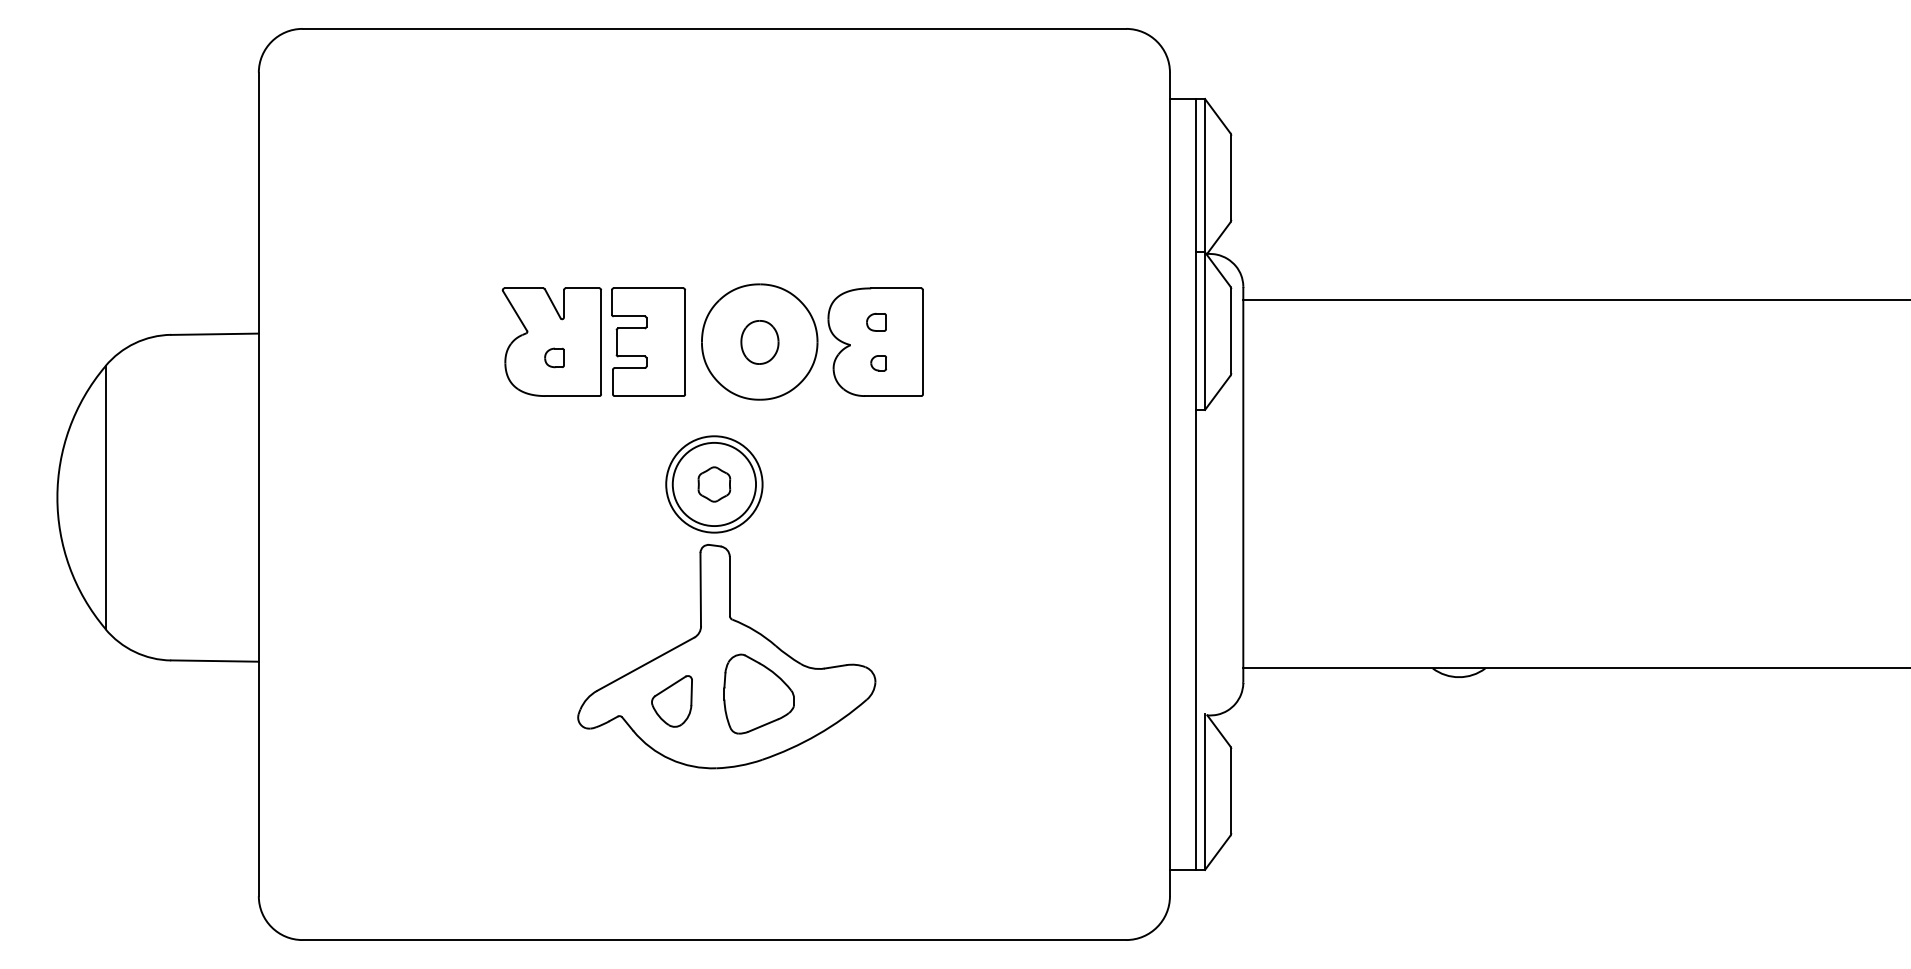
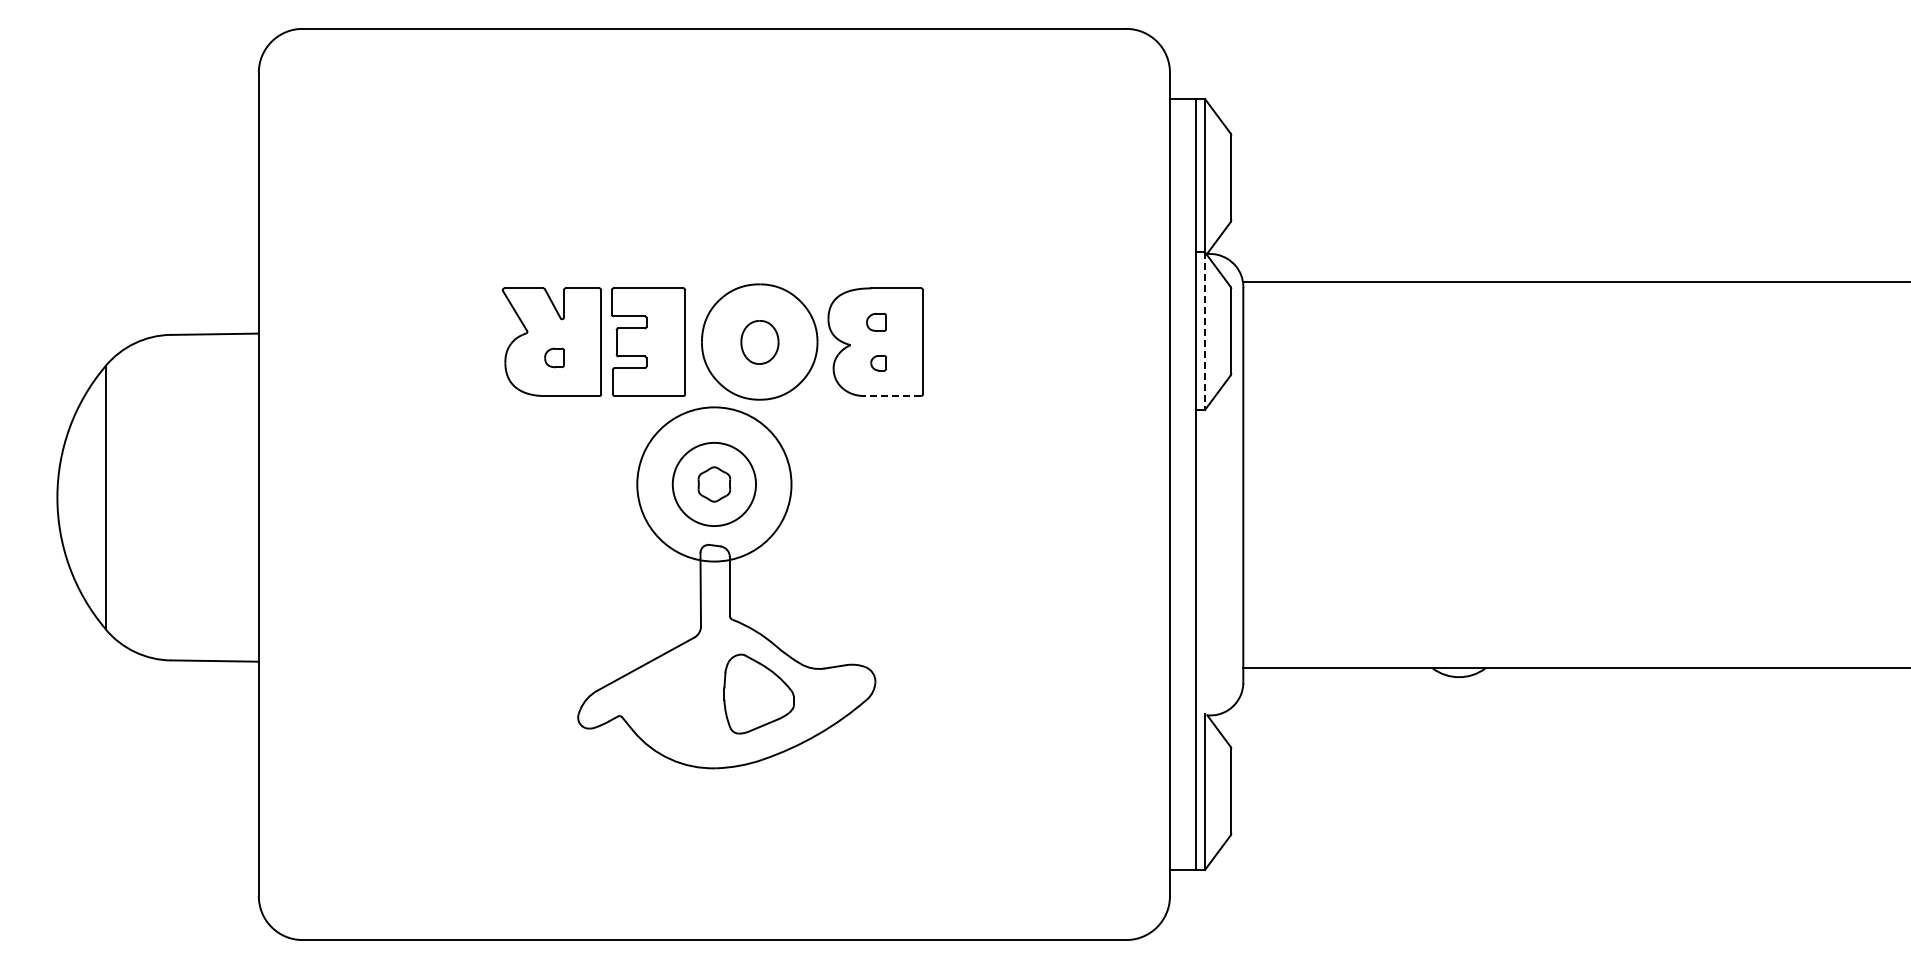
line at (1575, 300) position: (1575, 300) -> (1575, 282)
line at (1205, 331): solid -> dashed
line at (892, 396): solid -> dashed
circle at (714, 484) diameter: 96 px -> 154 px
part at (671, 701): present -> none
